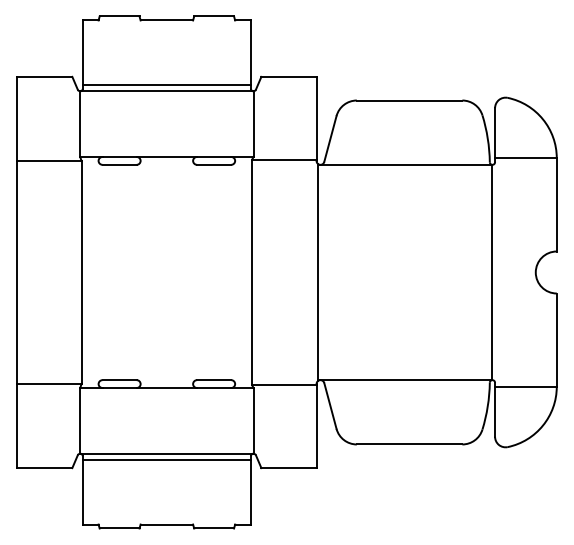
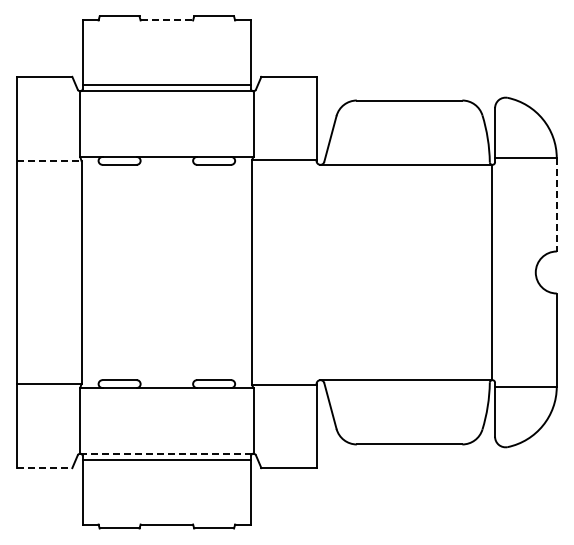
line at (167, 20): solid -> dashed
line at (49, 160): solid -> dashed
line at (556, 204): solid -> dashed
line at (317, 272): present -> none
line at (166, 453): solid -> dashed
line at (44, 468): solid -> dashed
